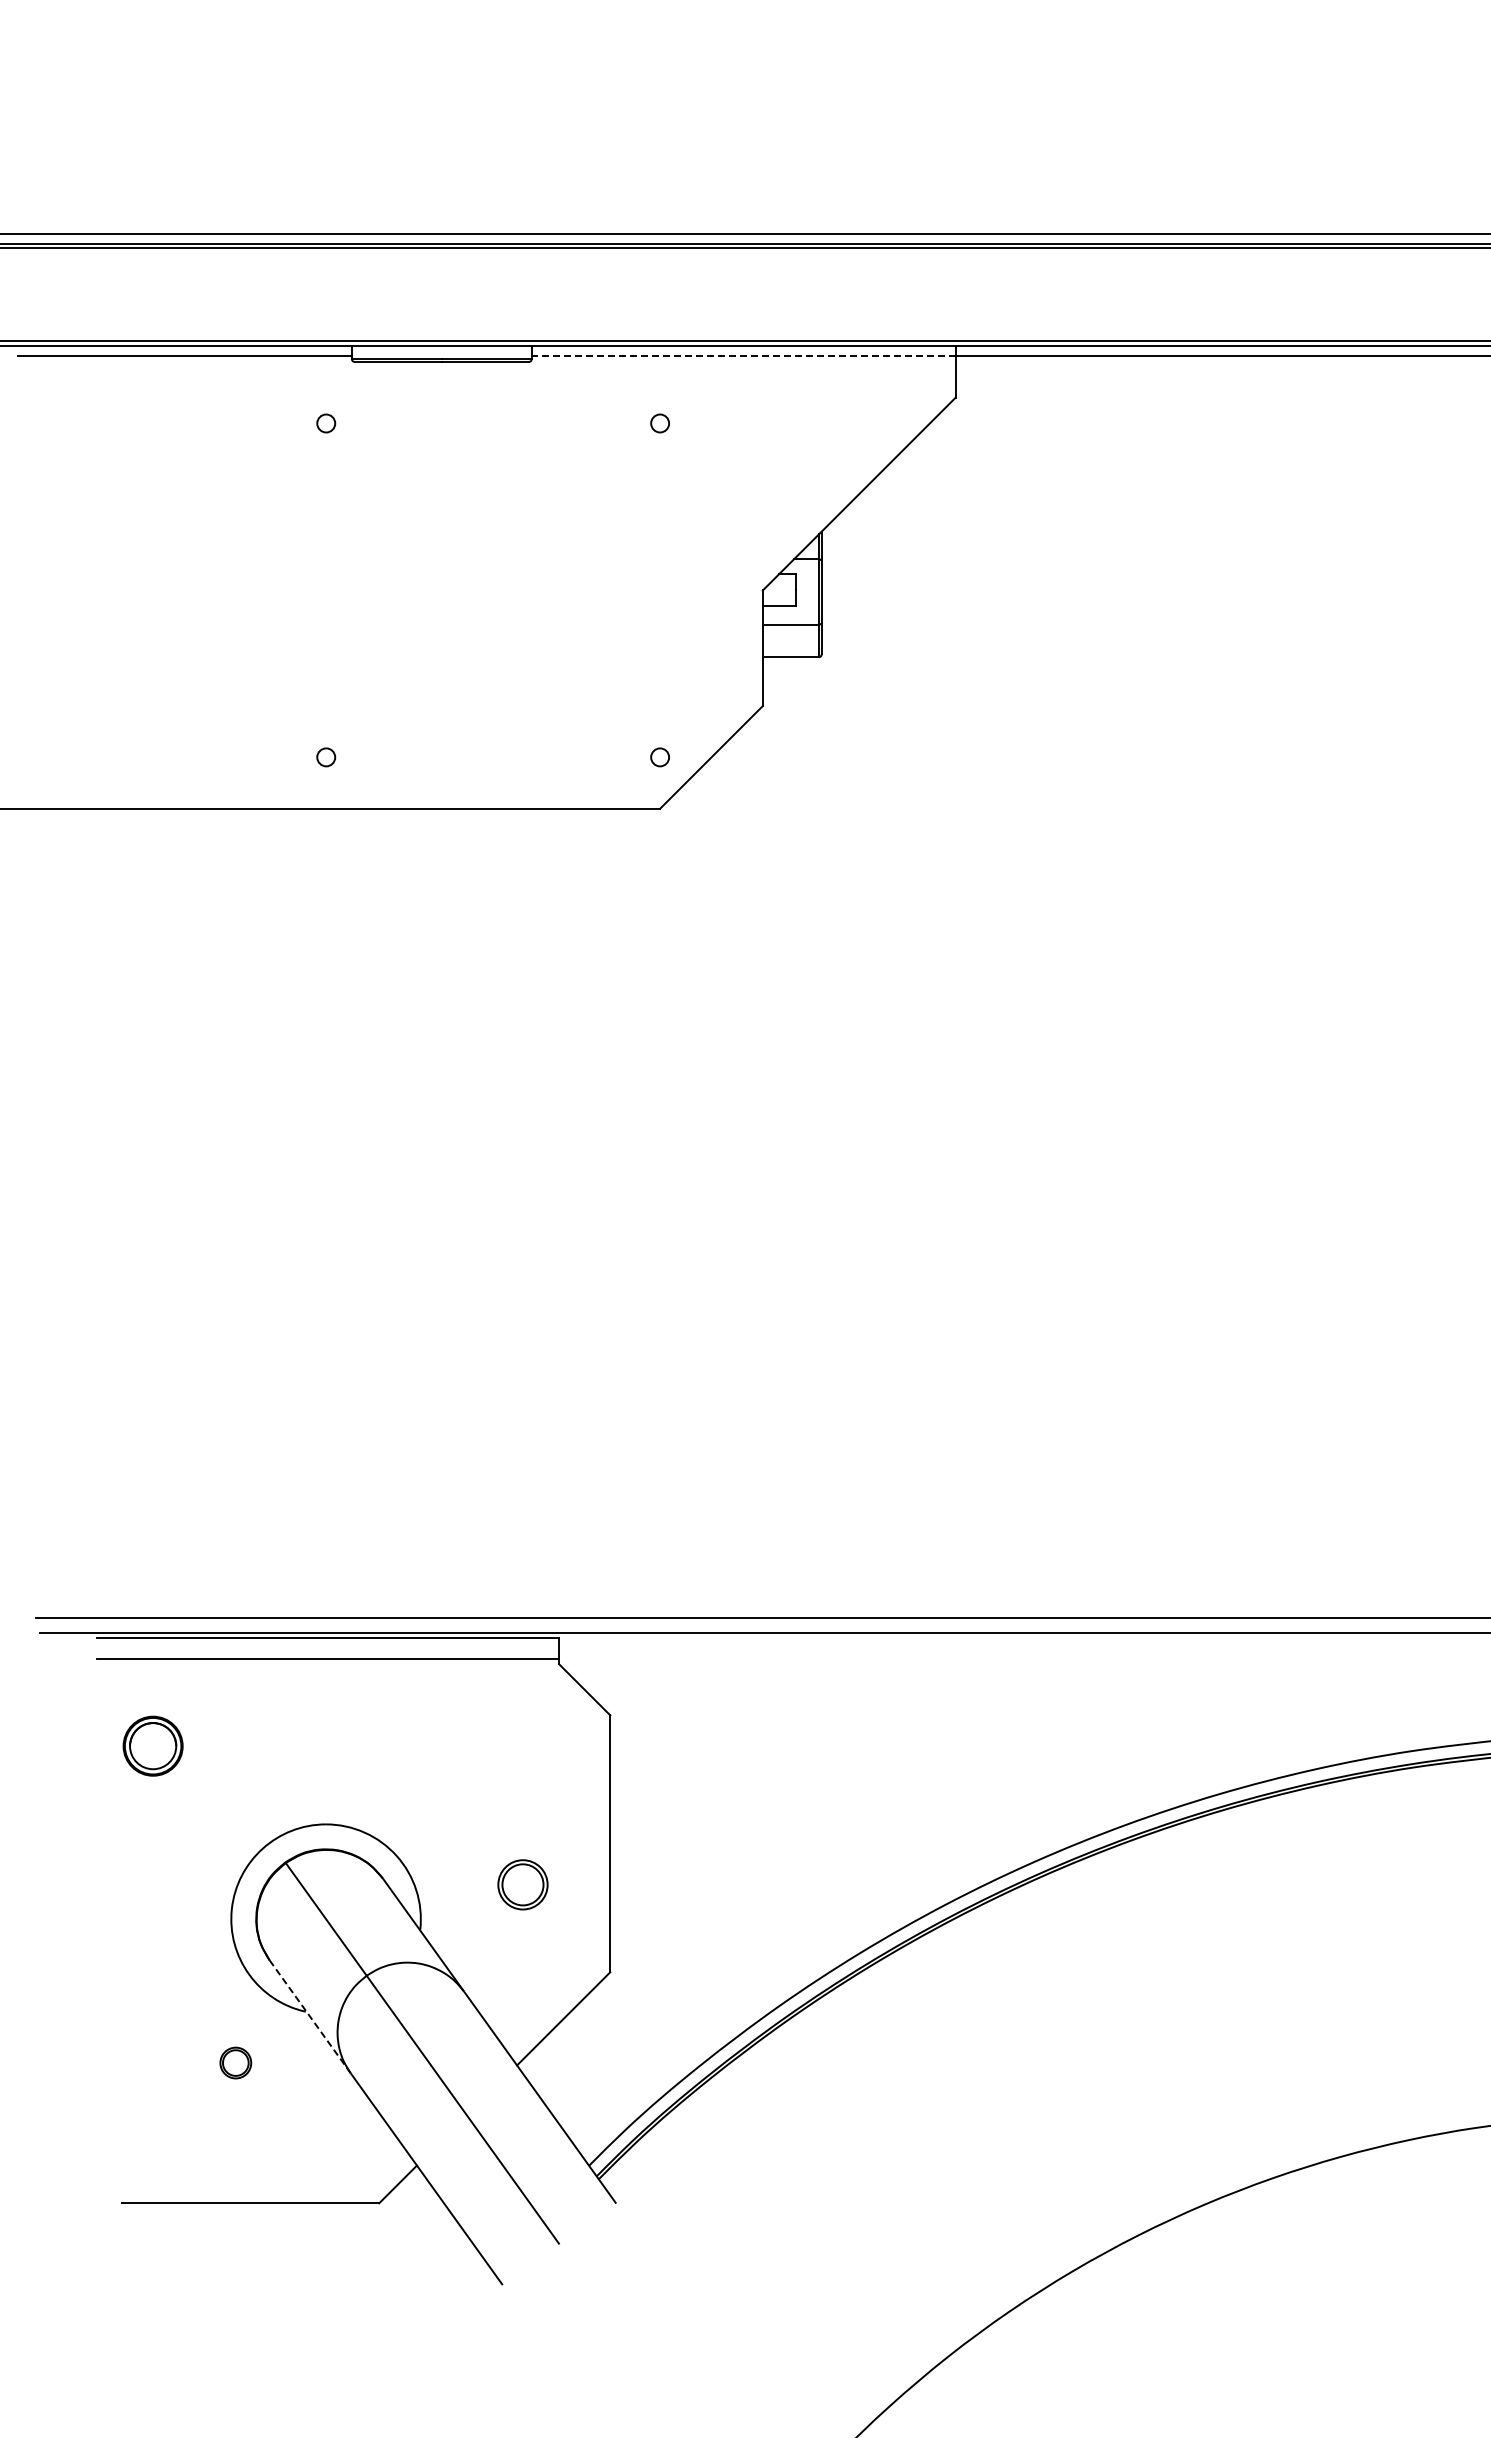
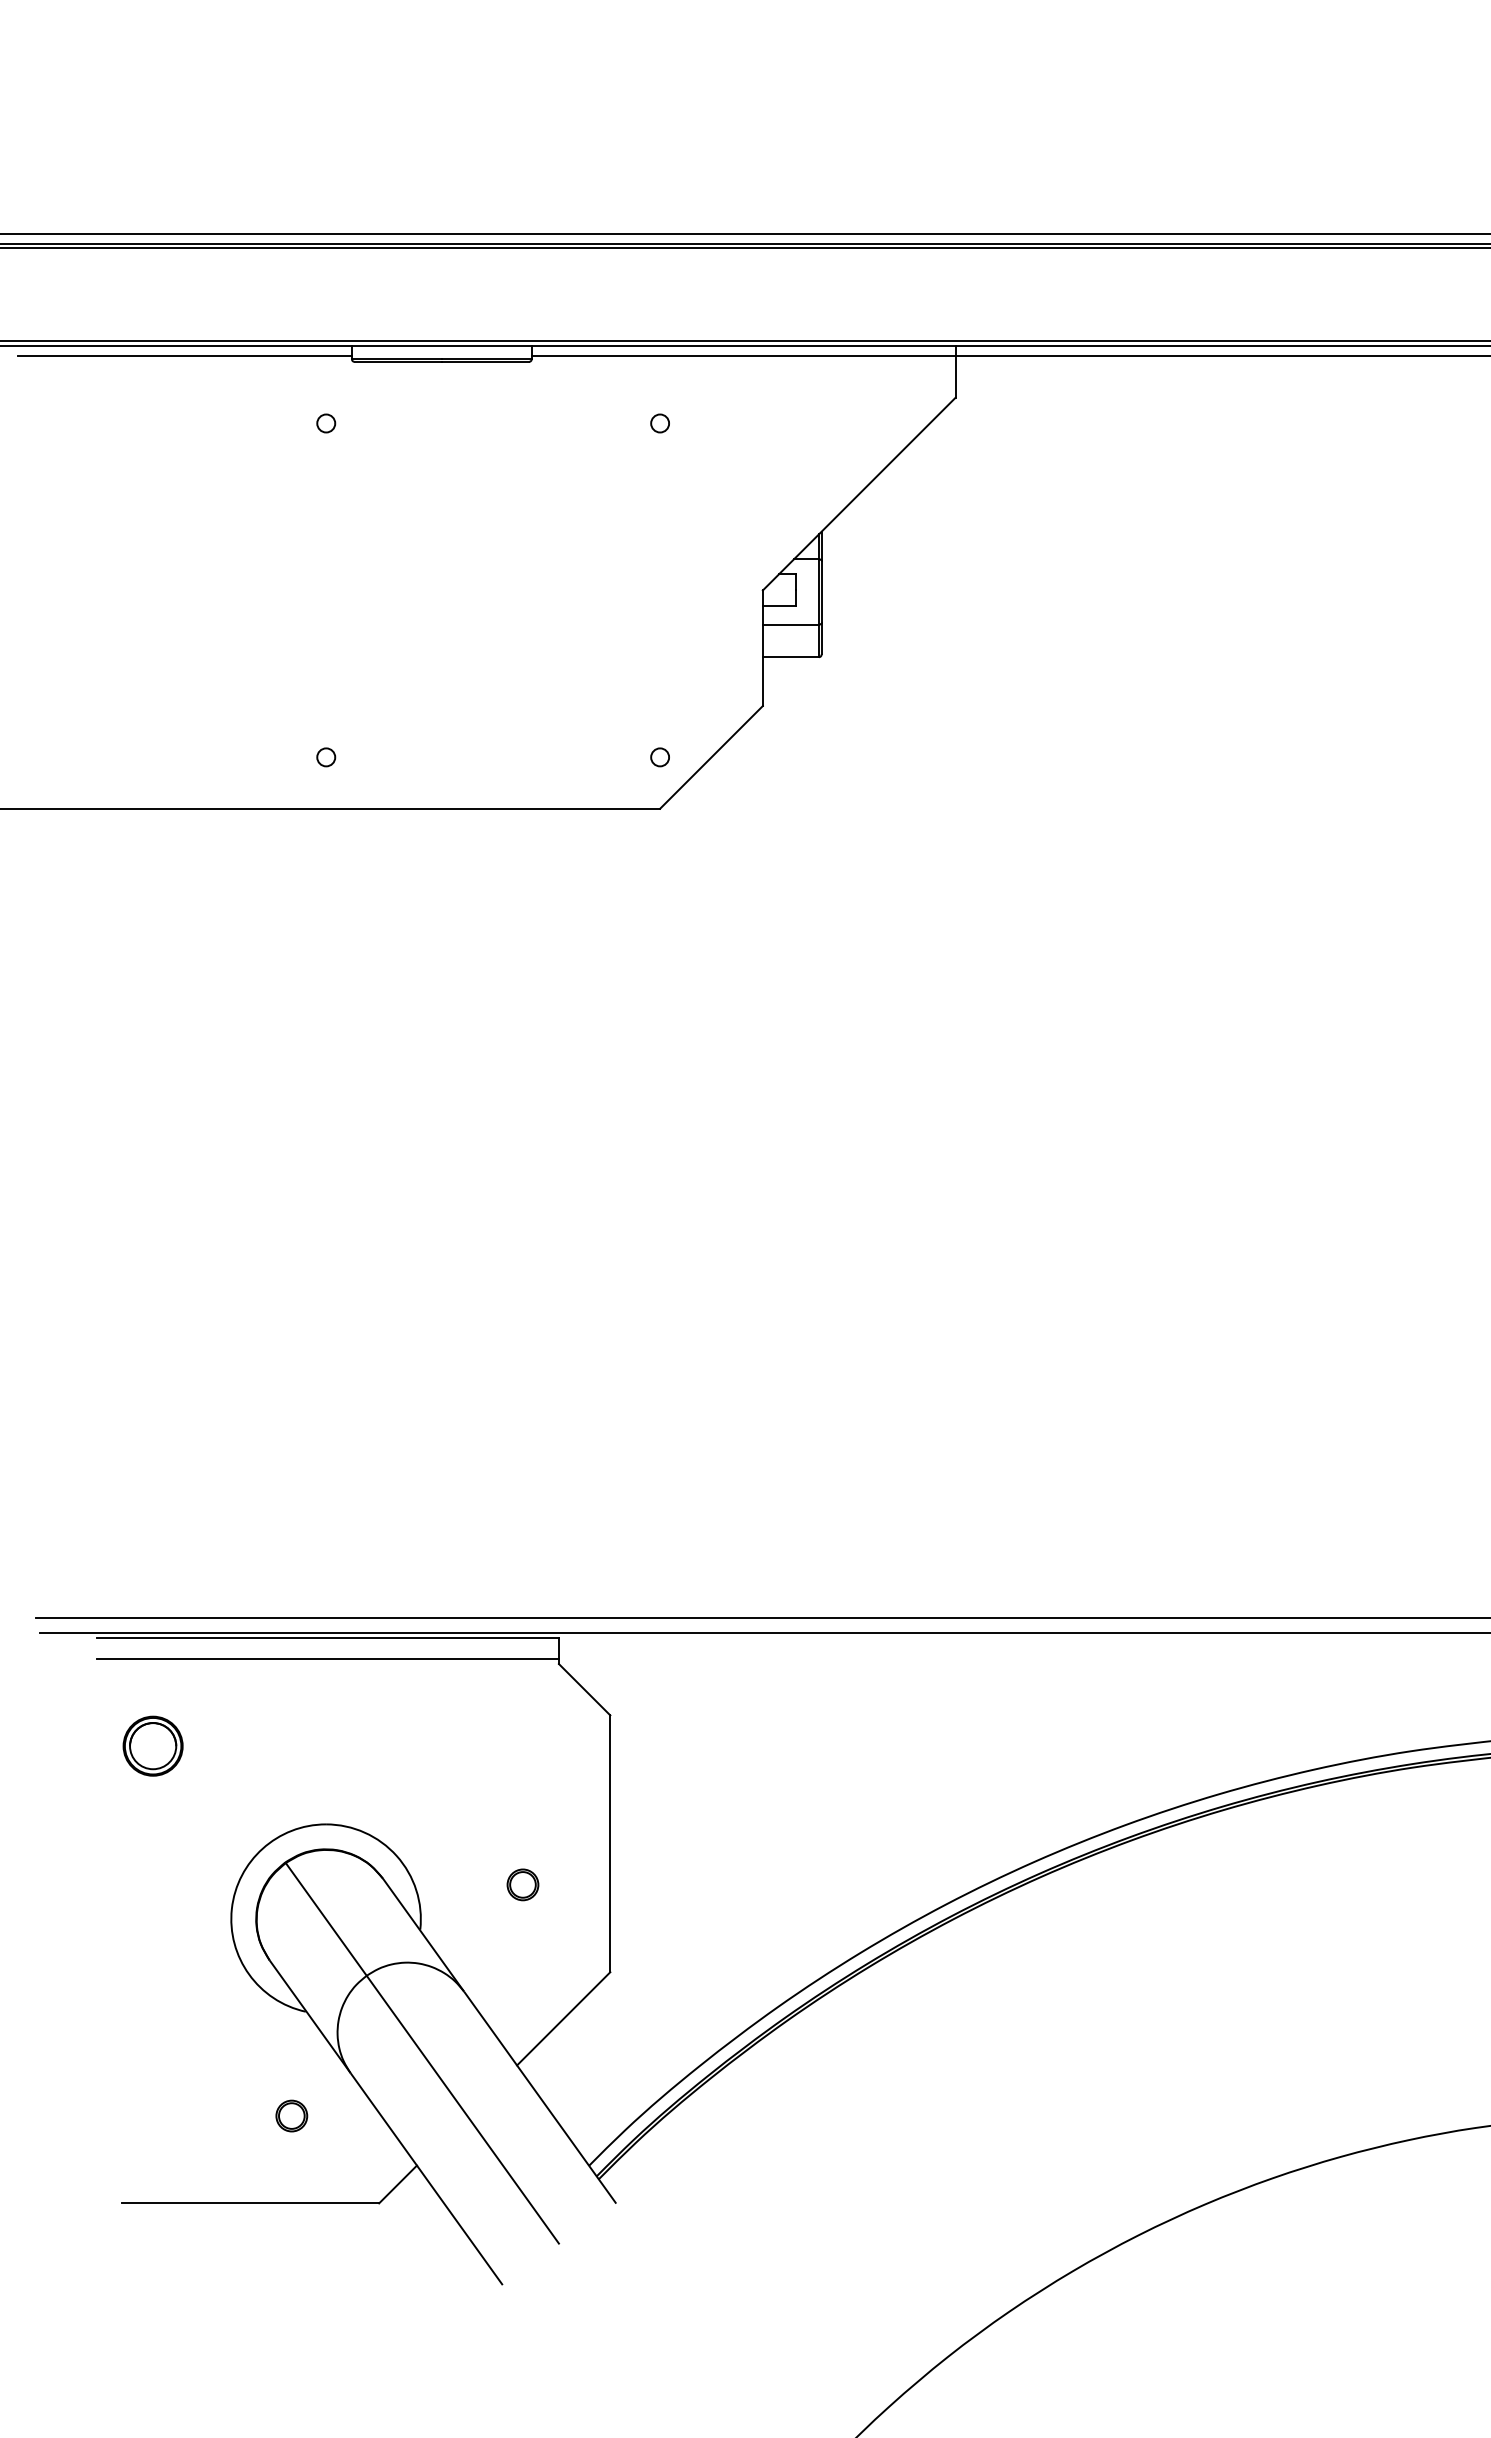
line at (743, 355): dashed -> solid
part at (522, 1884) size: 52x52 px -> 34x34 px
line at (310, 2016): dashed -> solid
part at (235, 2062) position: (235, 2062) -> (291, 2115)
